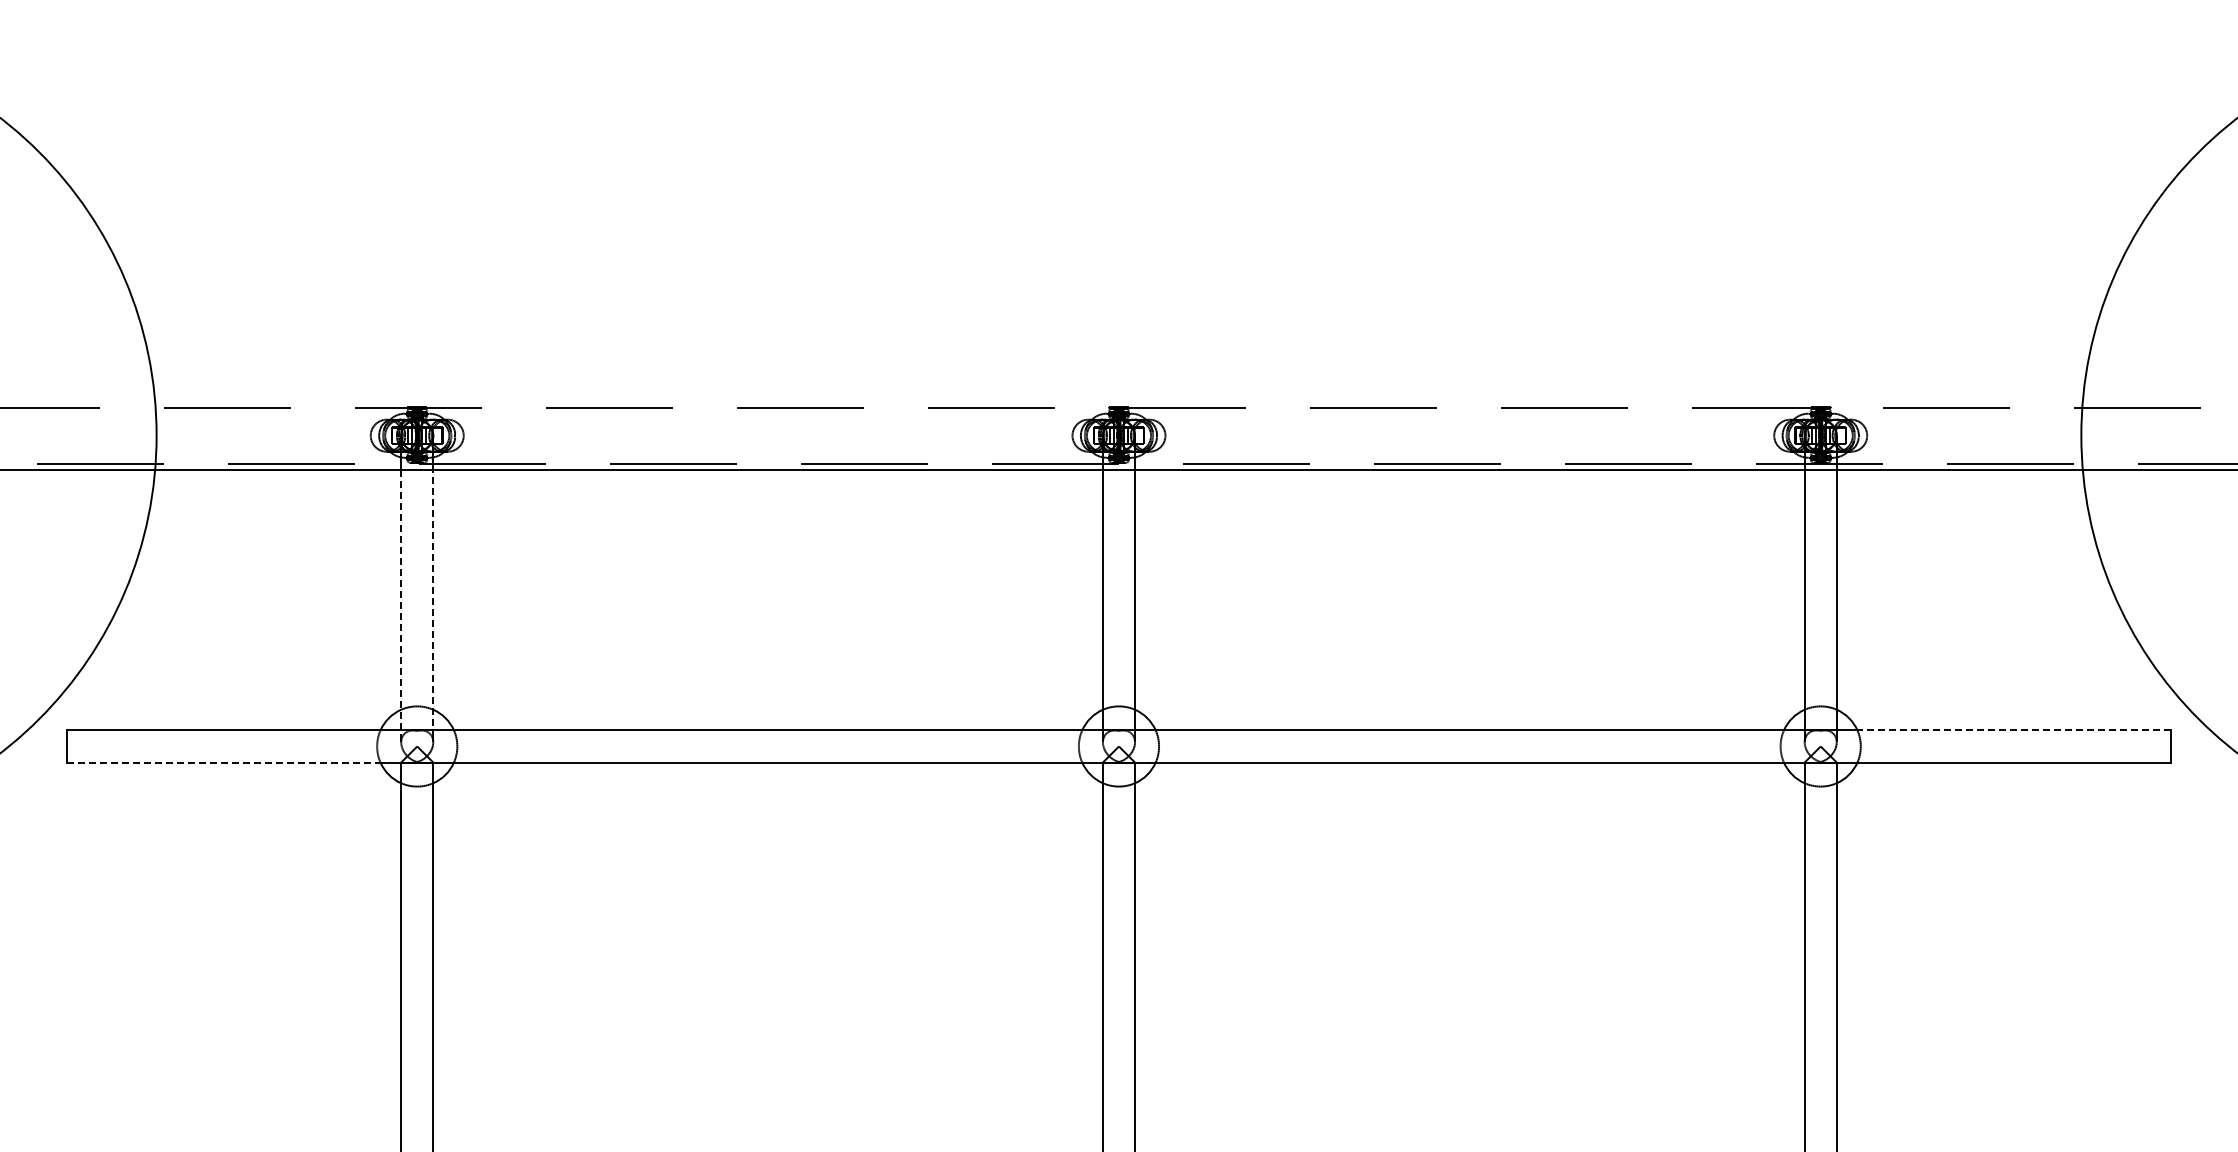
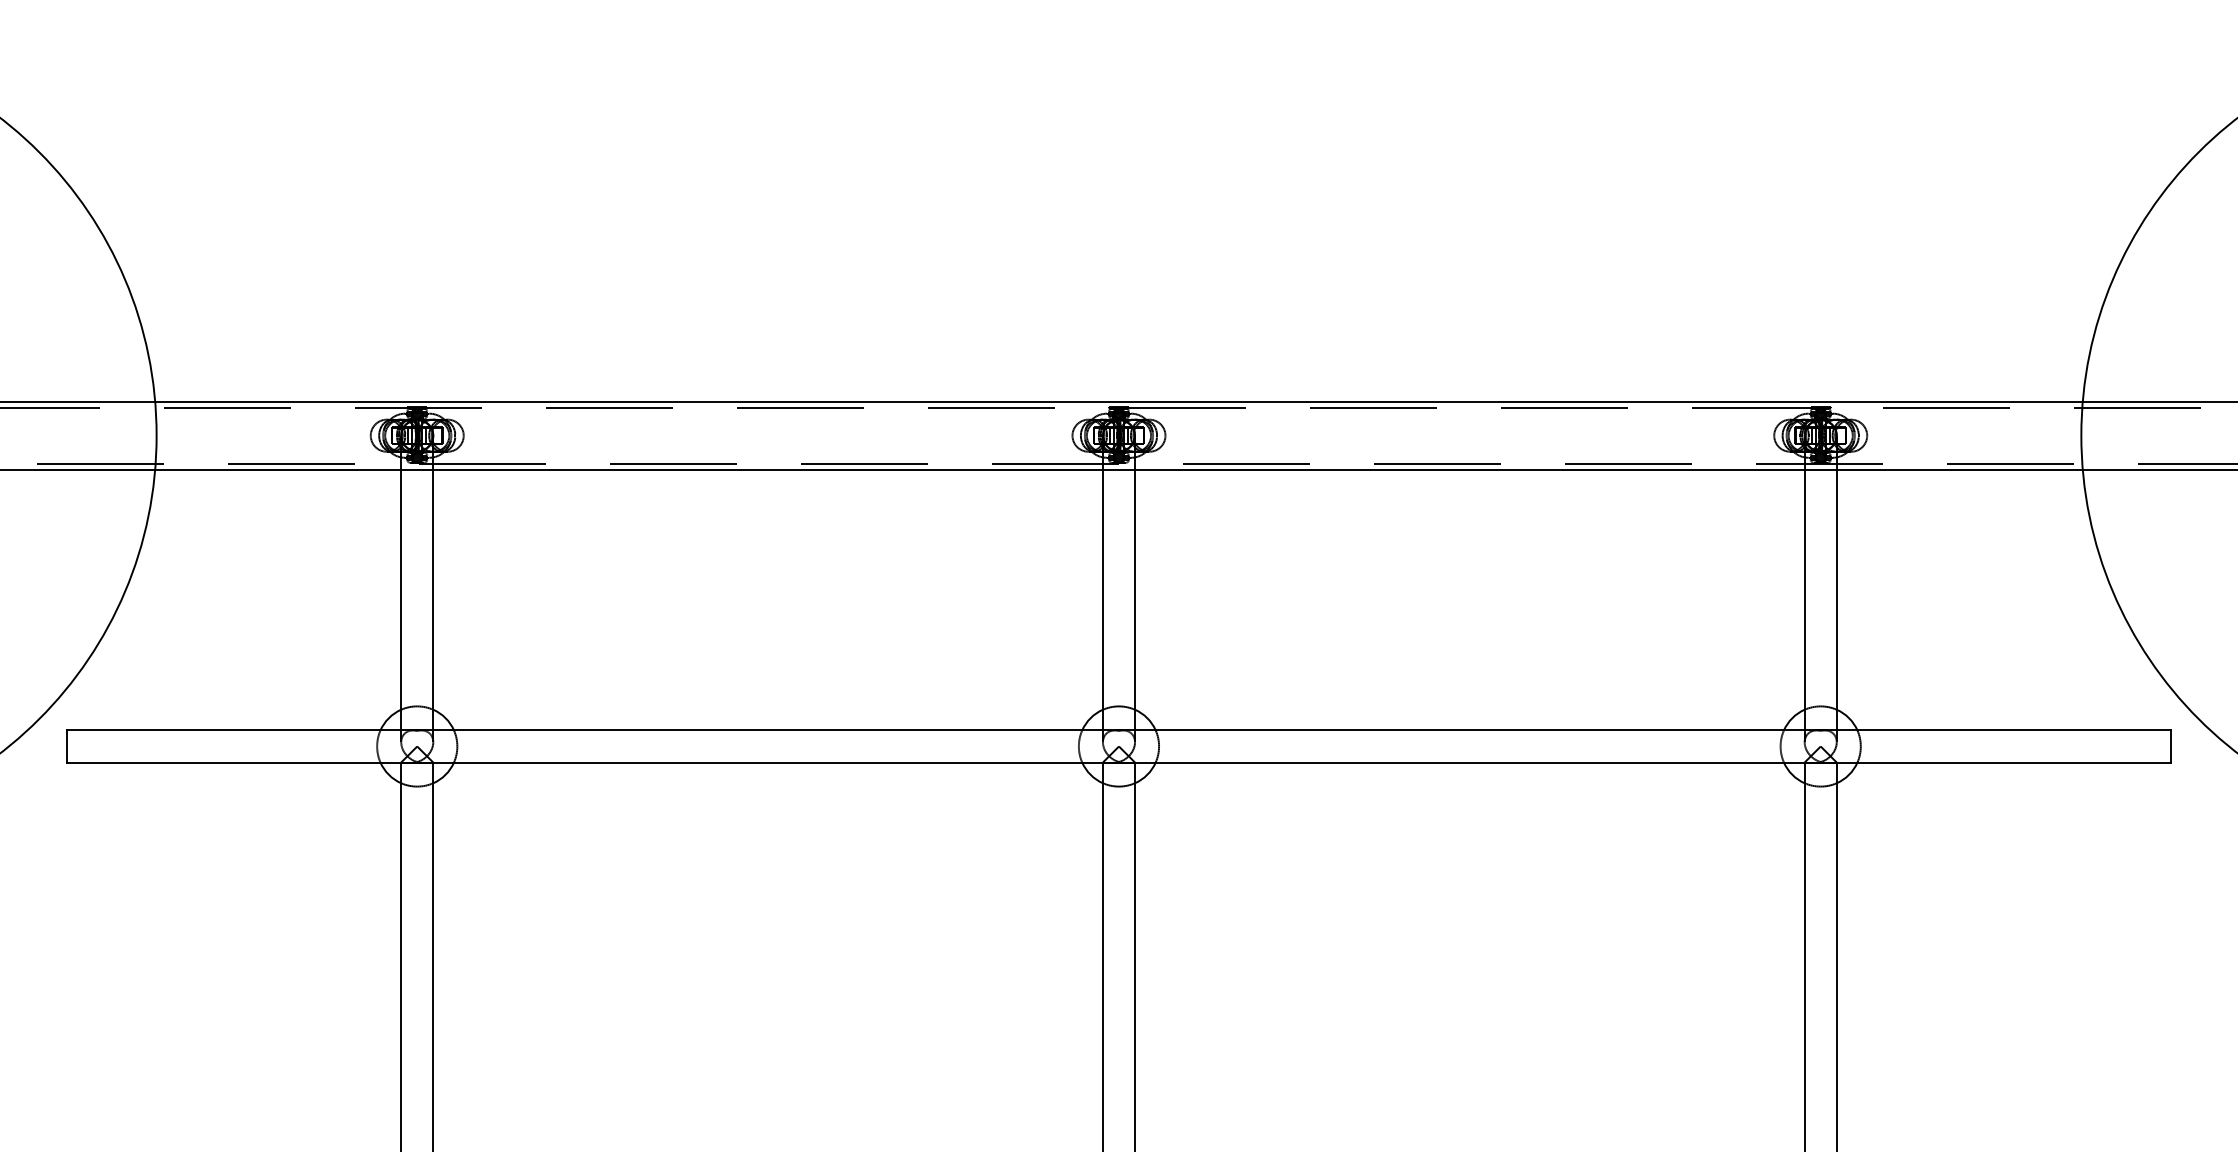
line at (1118, 401): none -> present
line at (401, 603): dashed -> solid
line at (433, 603): dashed -> solid
line at (2014, 730): dashed -> solid
line at (223, 762): dashed -> solid
